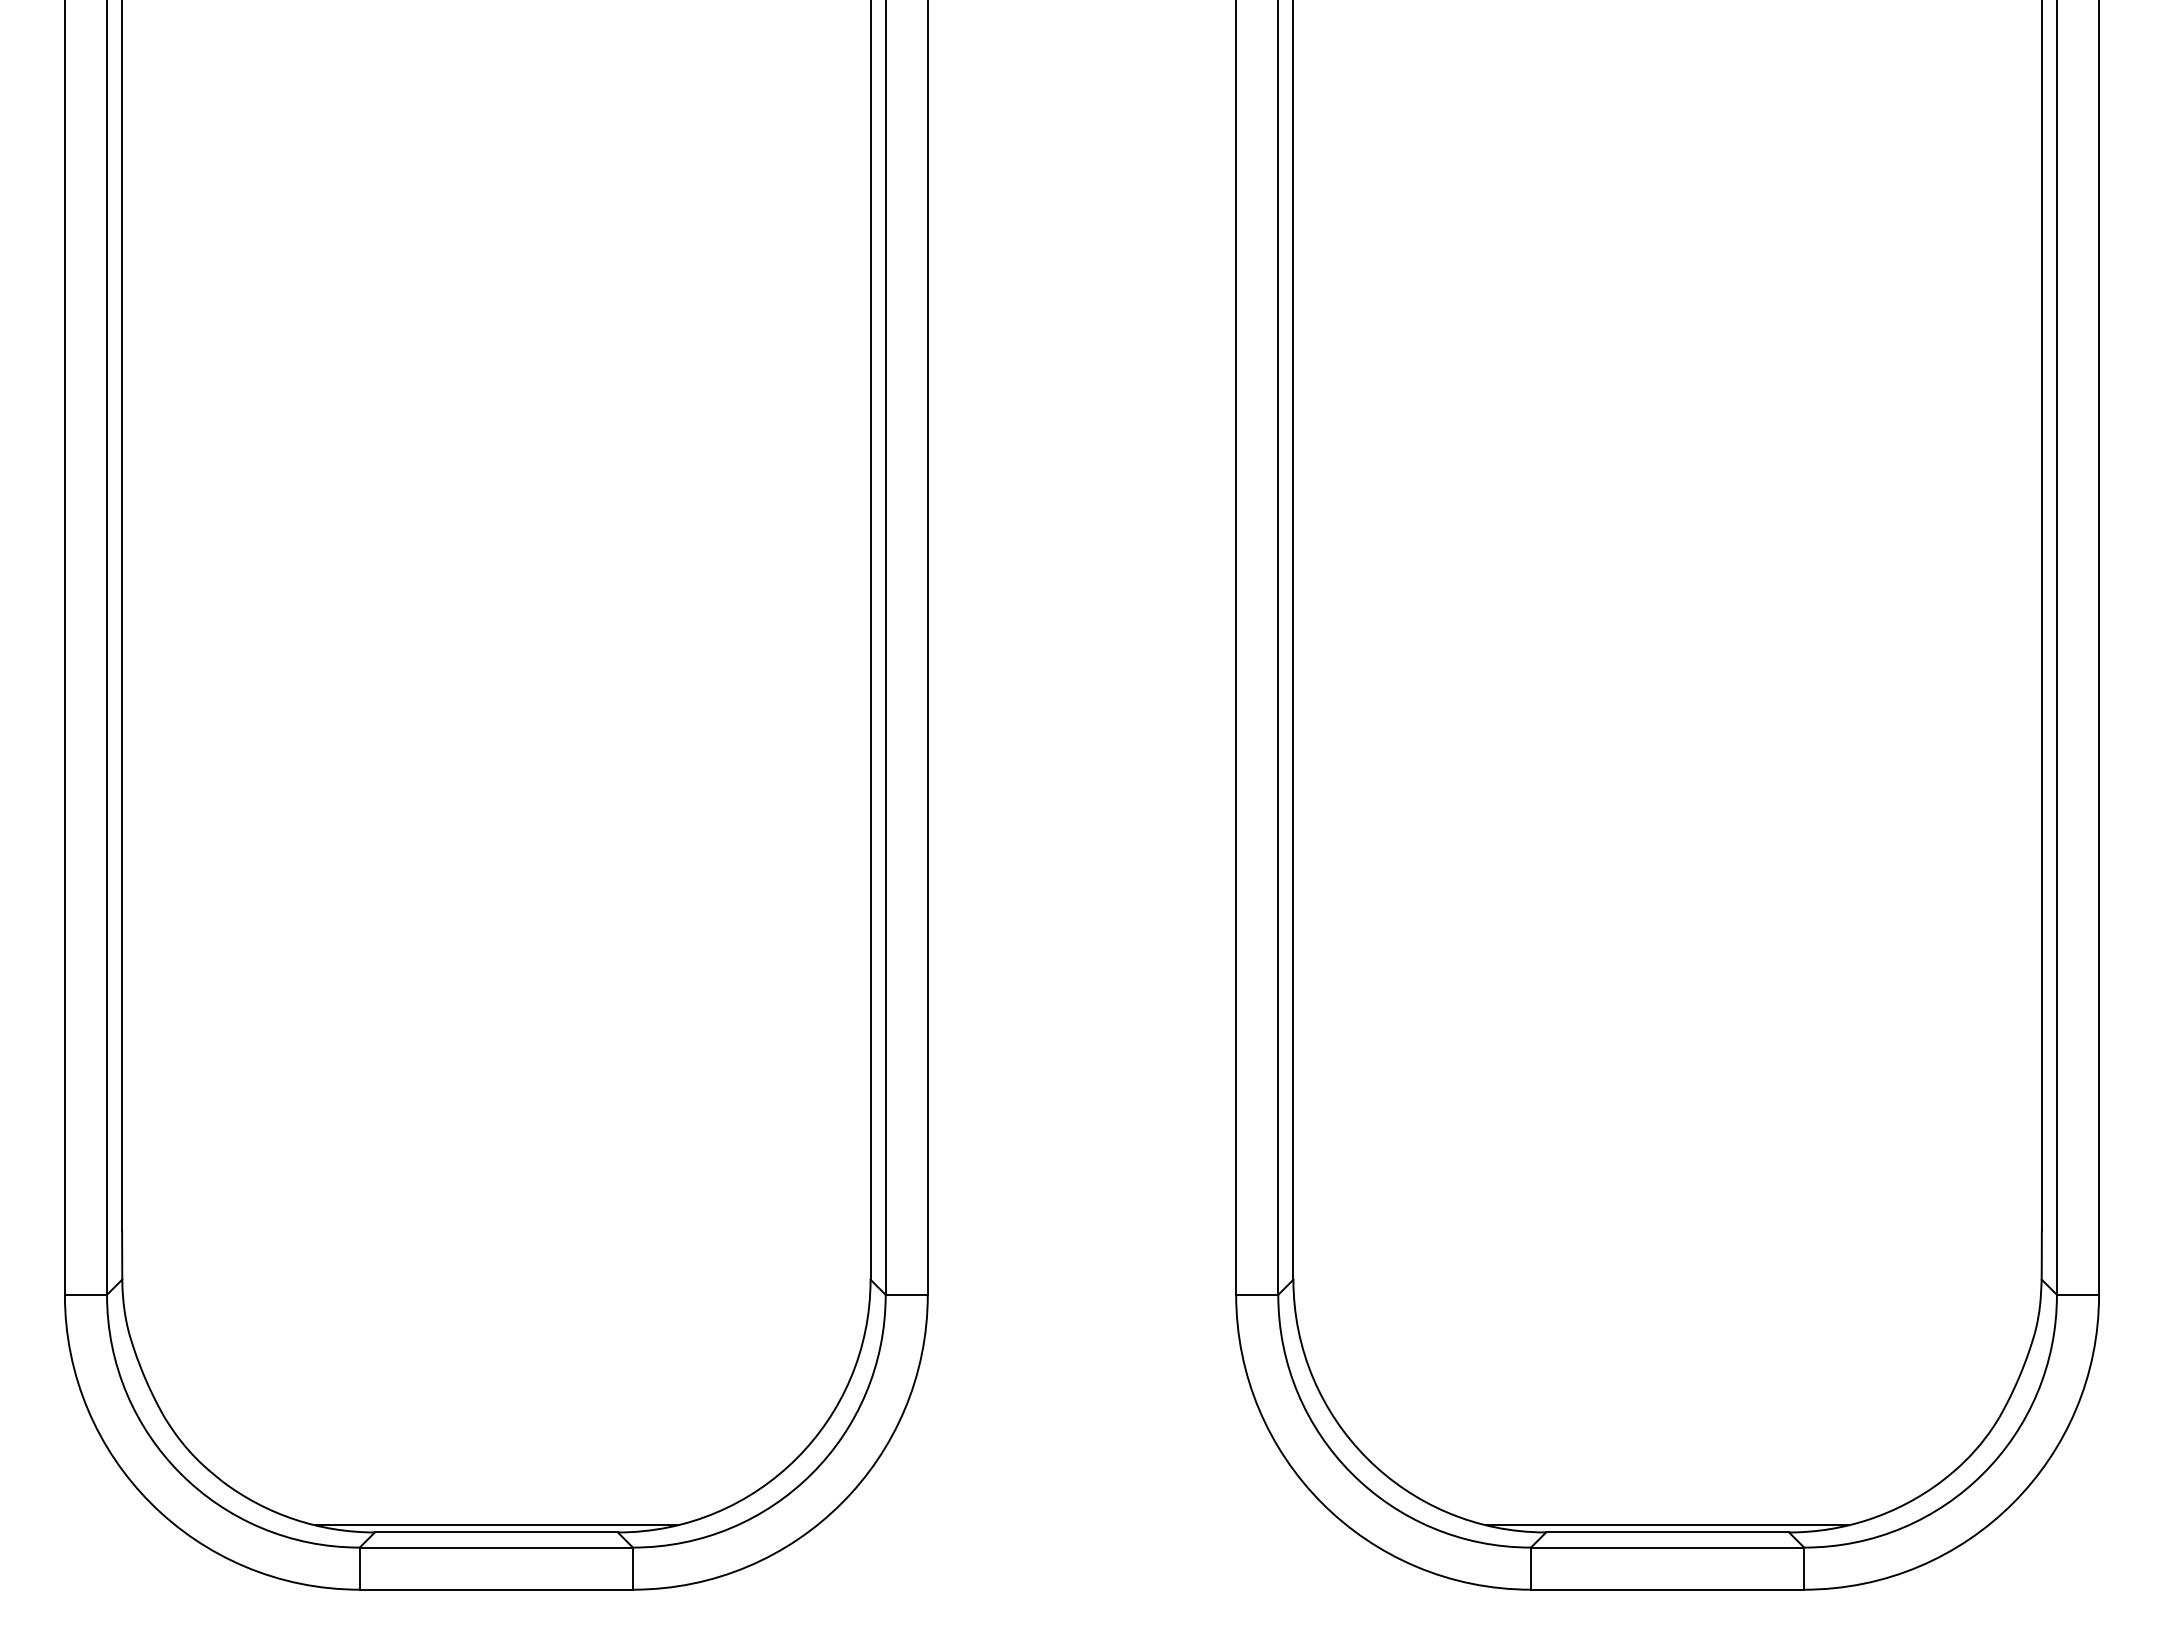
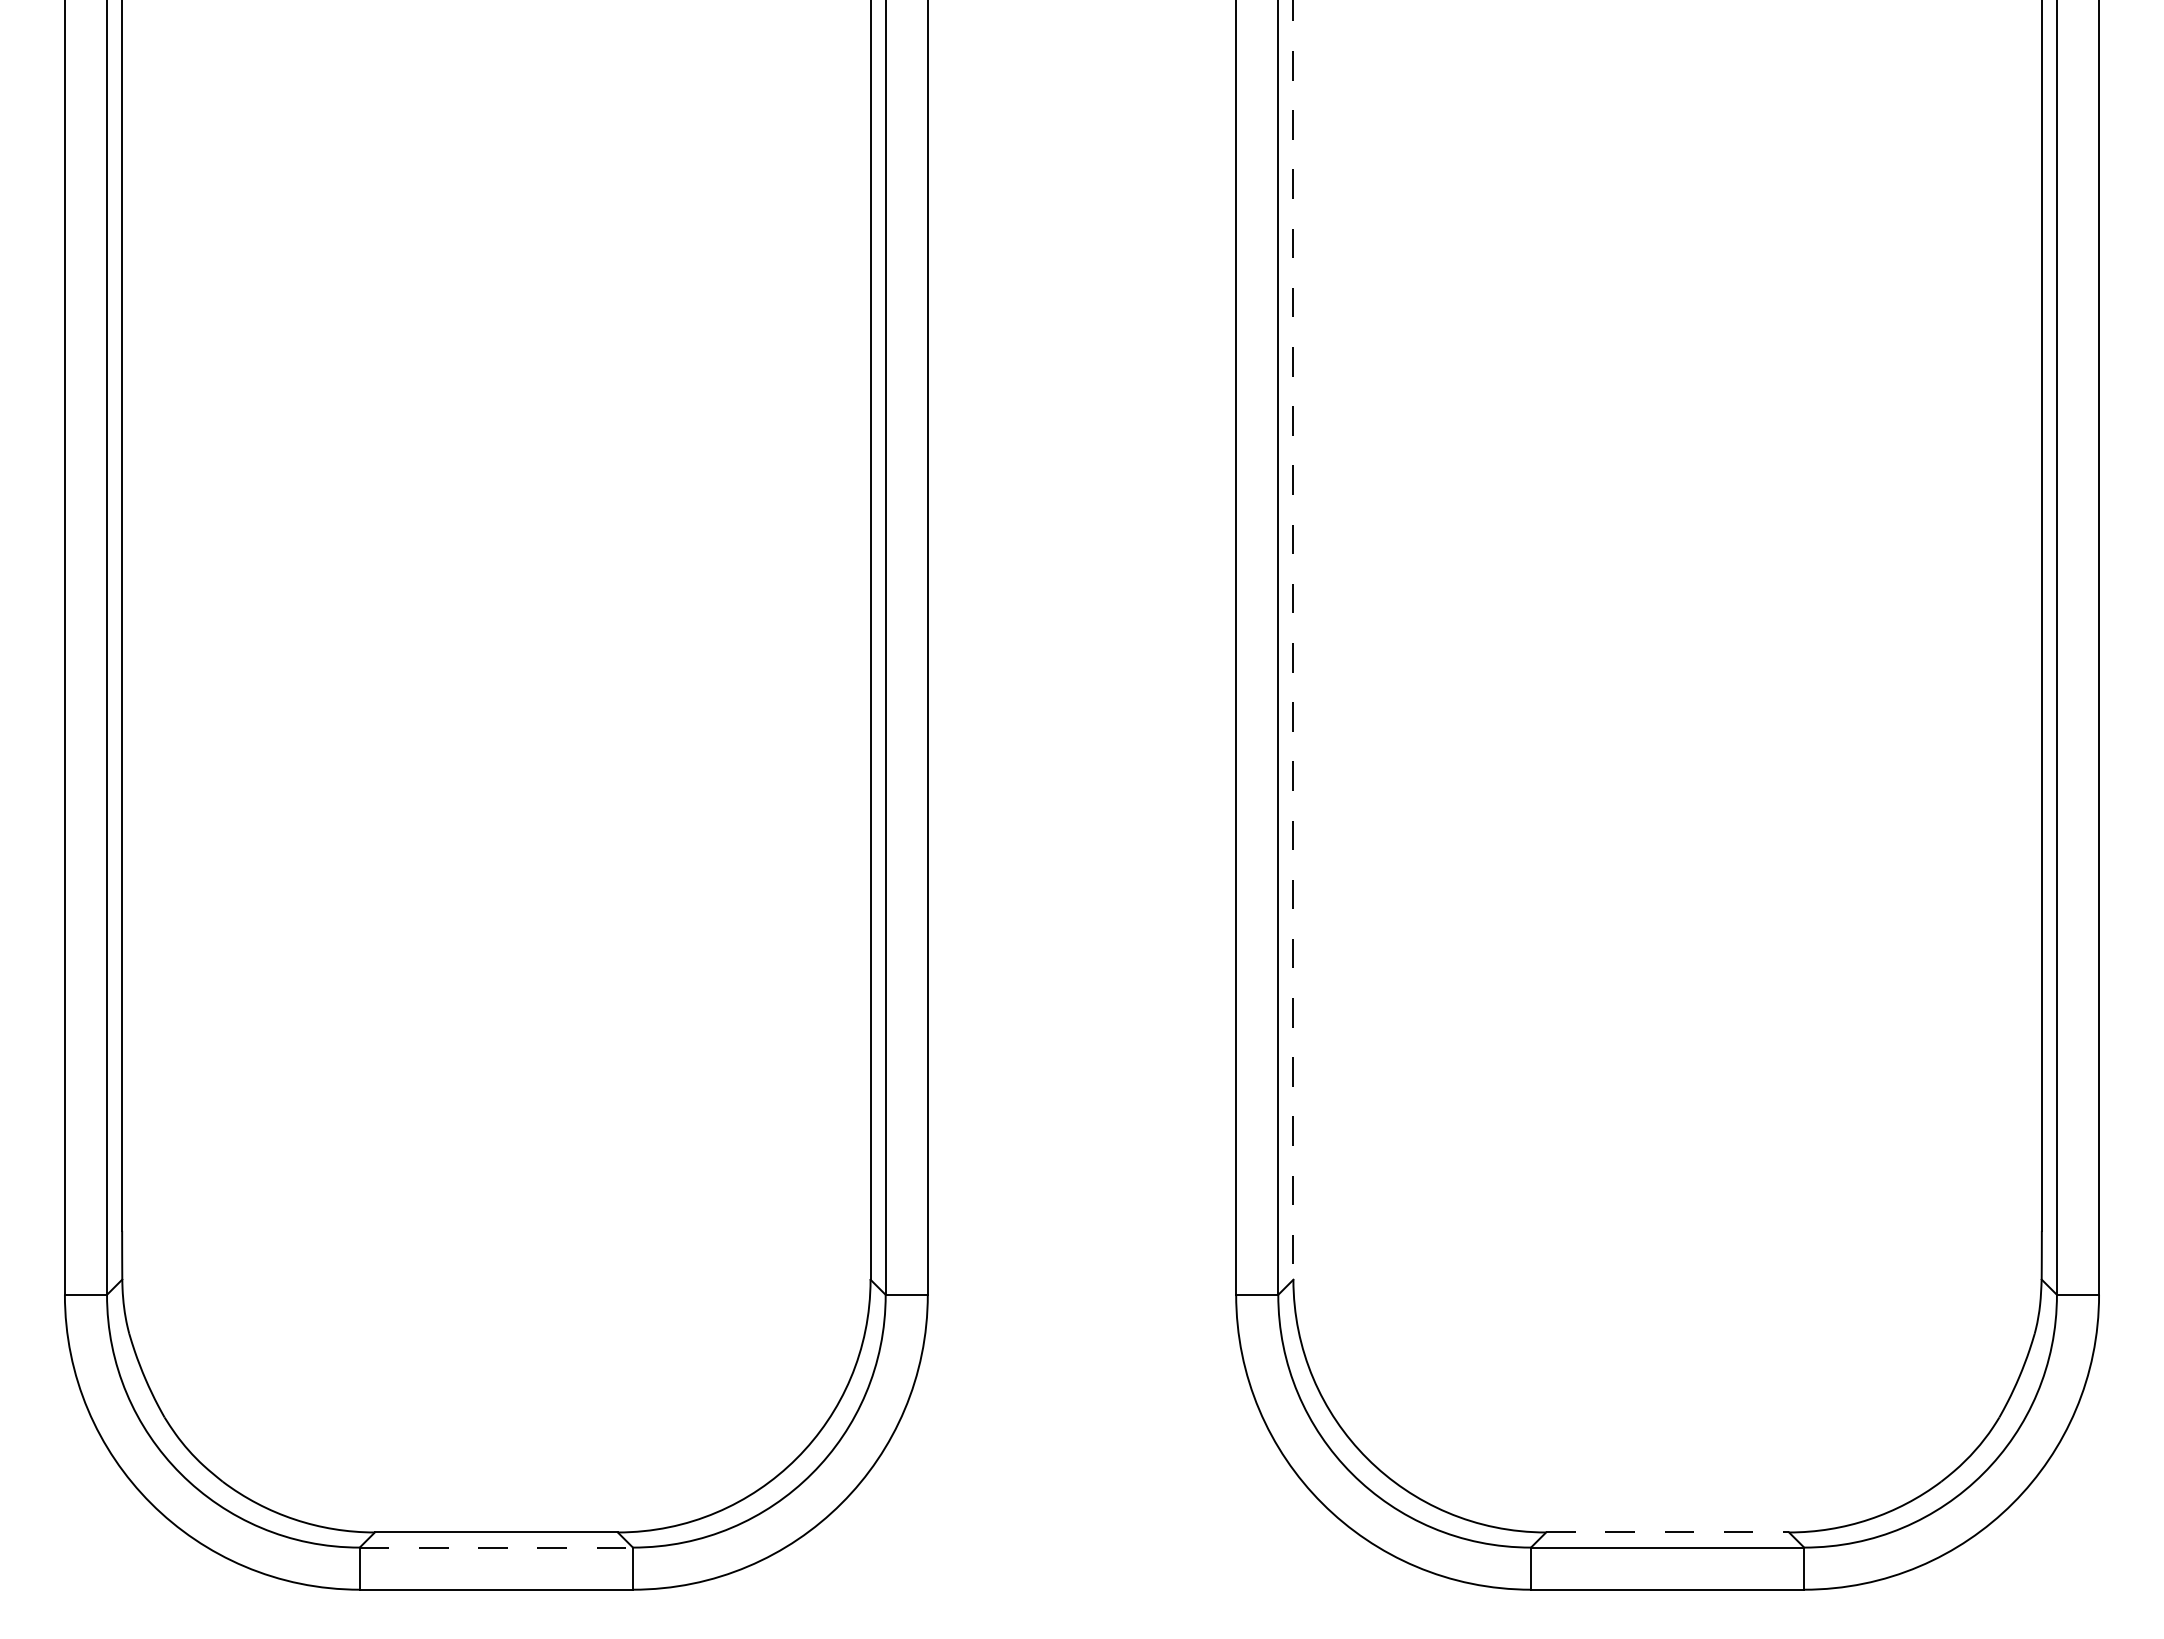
line at (1293, 639): solid -> dashed
line at (496, 1525): present -> none
line at (1667, 1525): present -> none
line at (1668, 1532): solid -> dashed
line at (496, 1547): solid -> dashed
